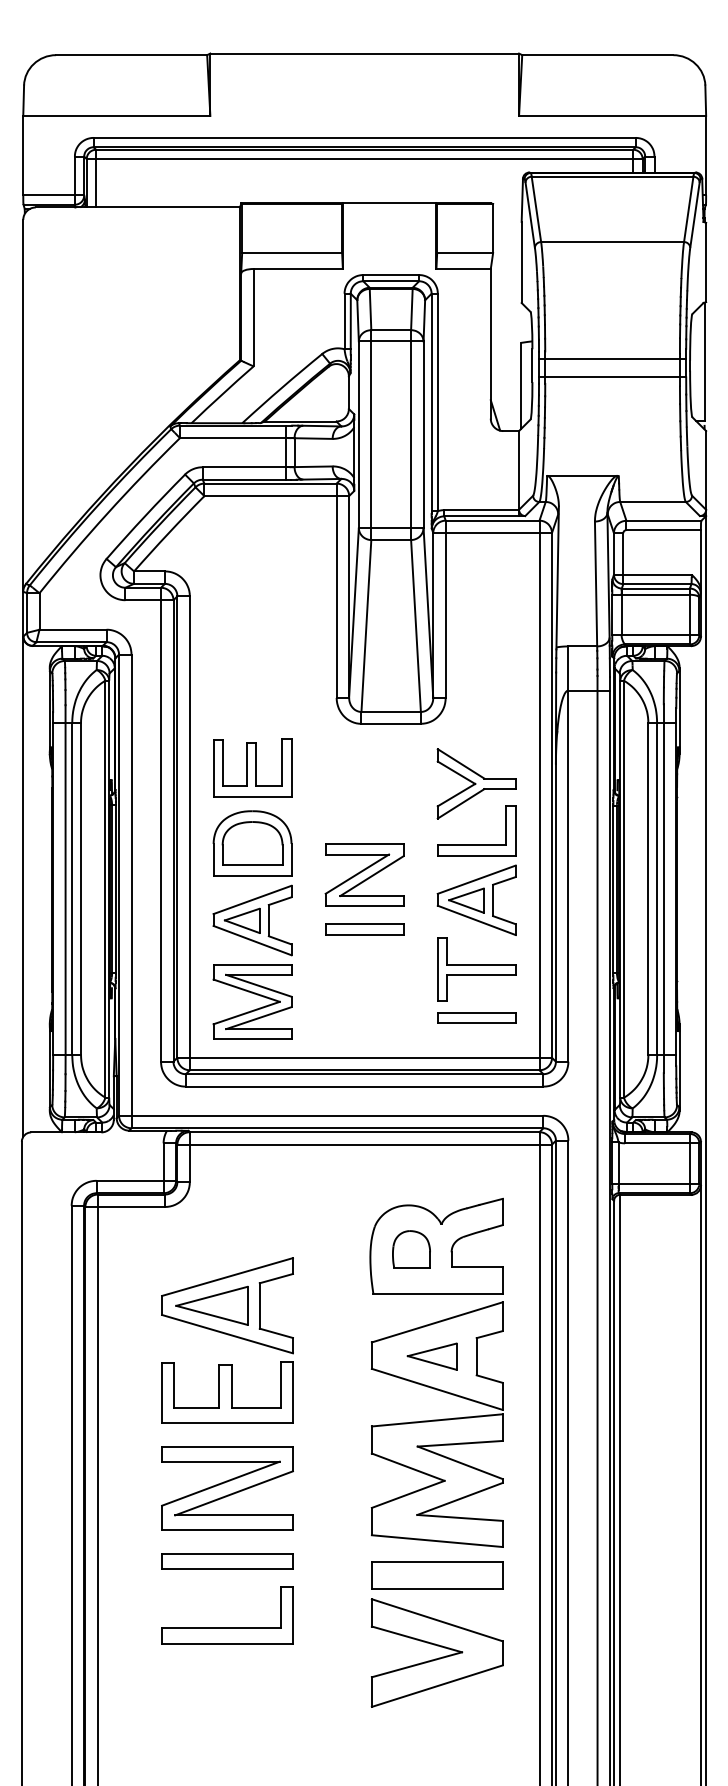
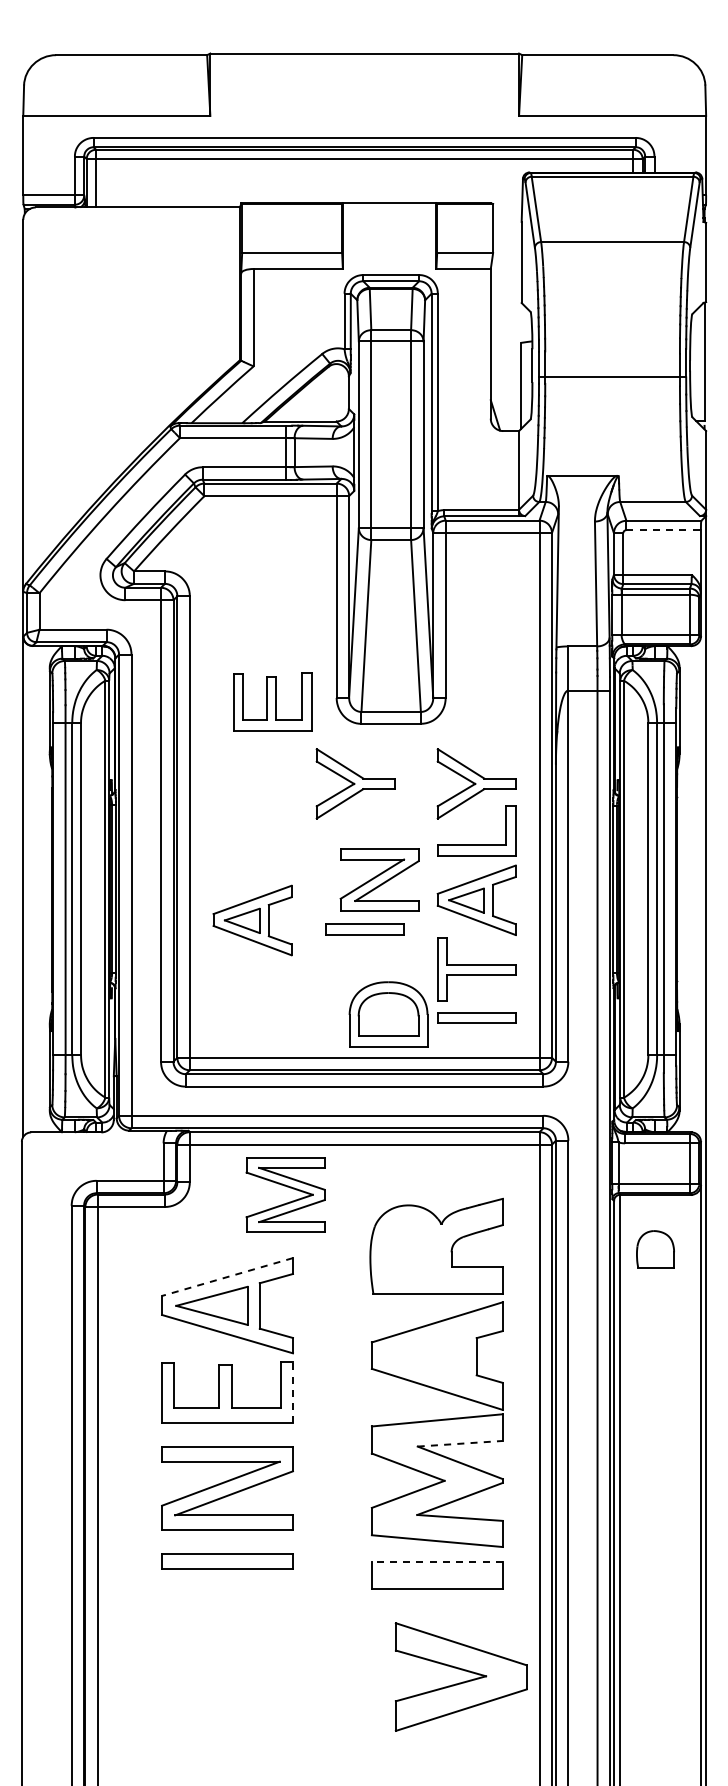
line at (612, 359): present -> none
line at (664, 530): solid -> dashed
part at (252, 767) position: (252, 767) -> (272, 701)
part at (355, 783): none -> present
part at (252, 843) position: (252, 843) -> (388, 1014)
part at (364, 874) position: (364, 874) -> (379, 879)
part at (254, 994) position: (254, 994) -> (287, 1187)
part at (411, 1249) position: (411, 1249) -> (655, 1249)
line at (227, 1277): solid -> dashed
part at (431, 1356): present -> none
line at (292, 1392): solid -> dashed
line at (460, 1443): solid -> dashed
line at (436, 1561): solid -> dashed
part at (227, 1627): present -> none
part at (436, 1652) position: (436, 1652) -> (460, 1676)
